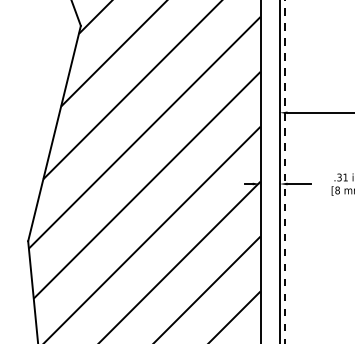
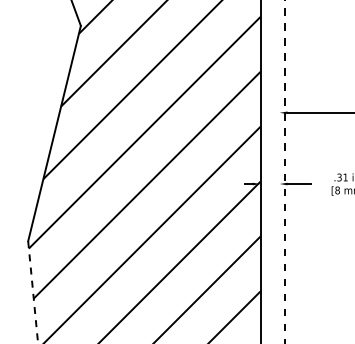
line at (279, 171): present -> none
line at (33, 292): solid -> dashed
